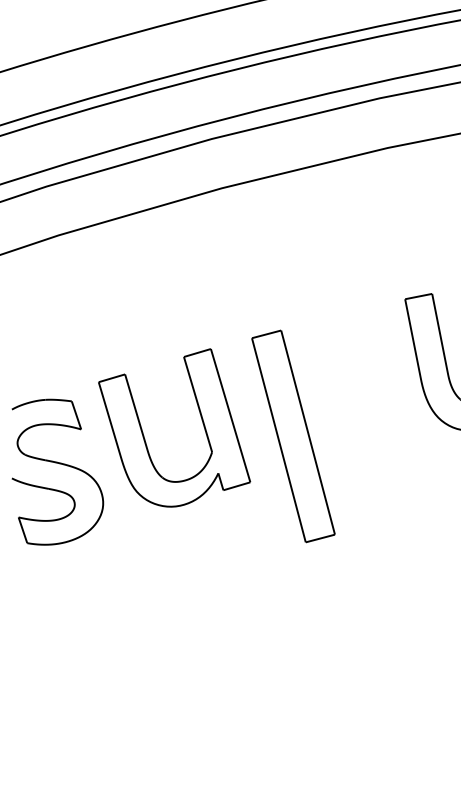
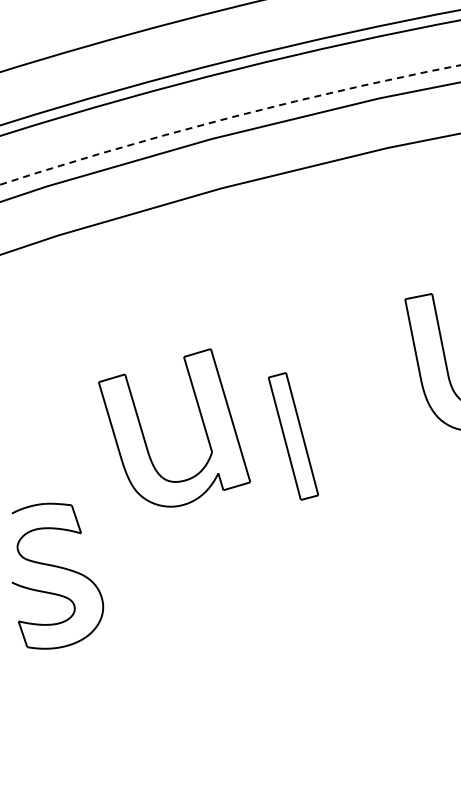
arc at (228, 118): solid -> dashed
part at (293, 436) size: 85x215 px -> 53x129 px
part at (59, 464) position: (59, 464) -> (59, 568)
